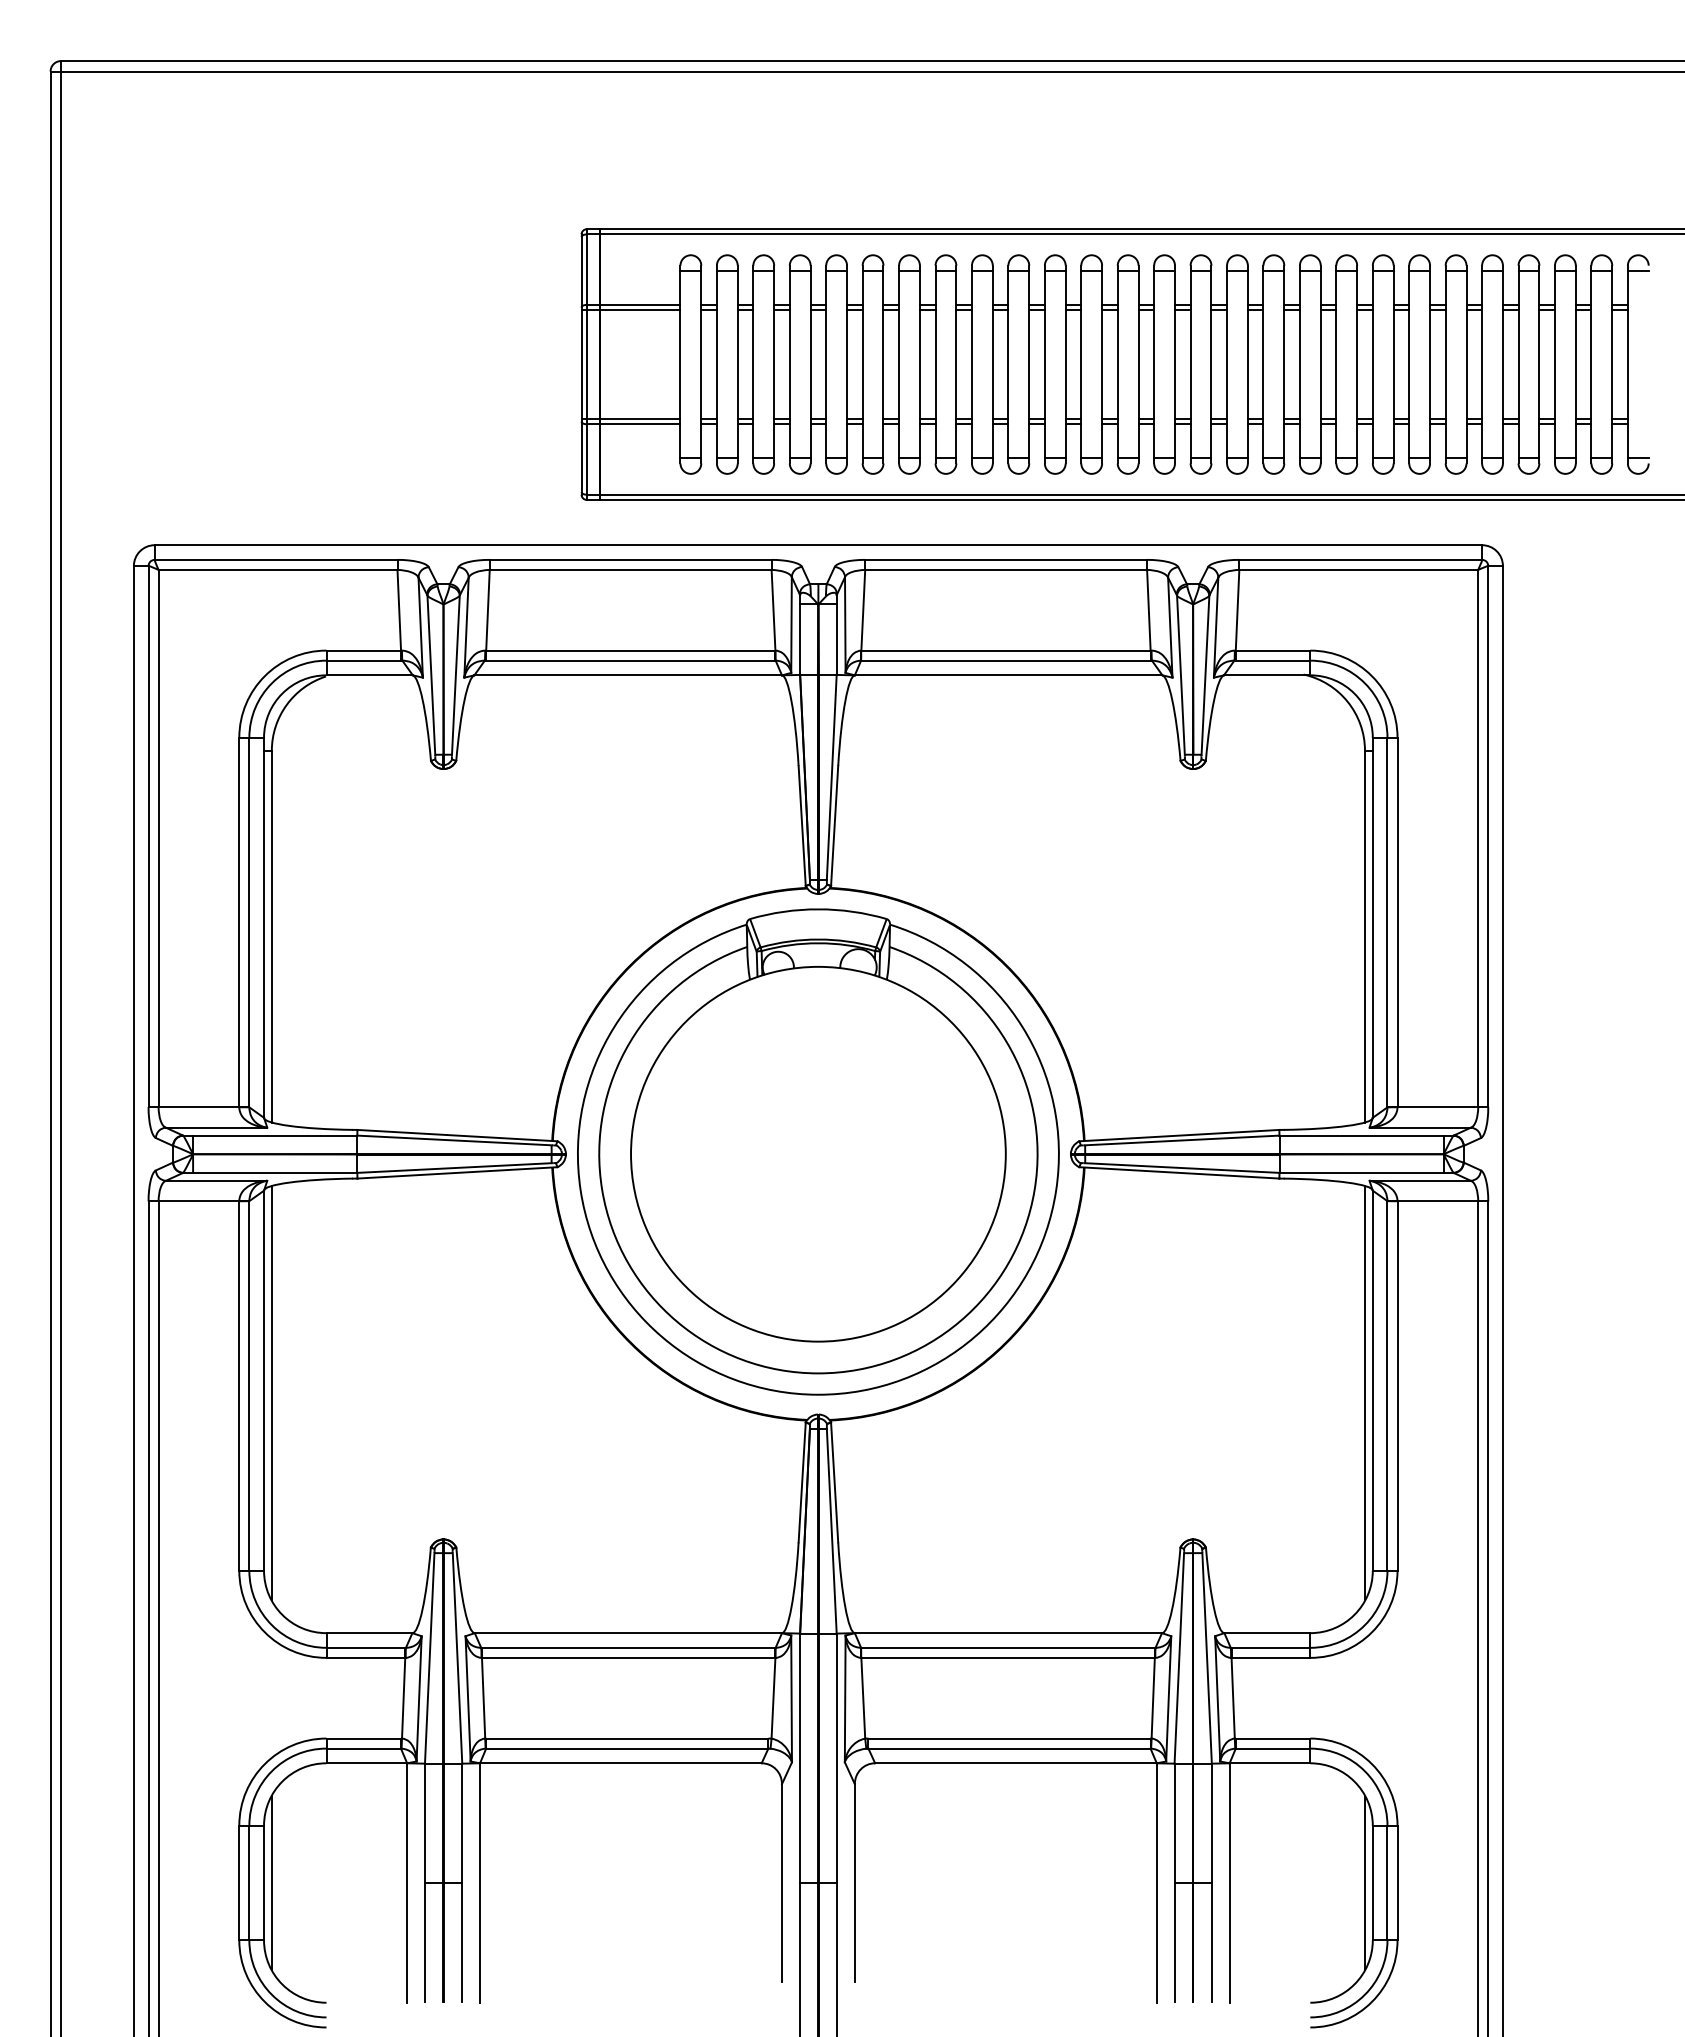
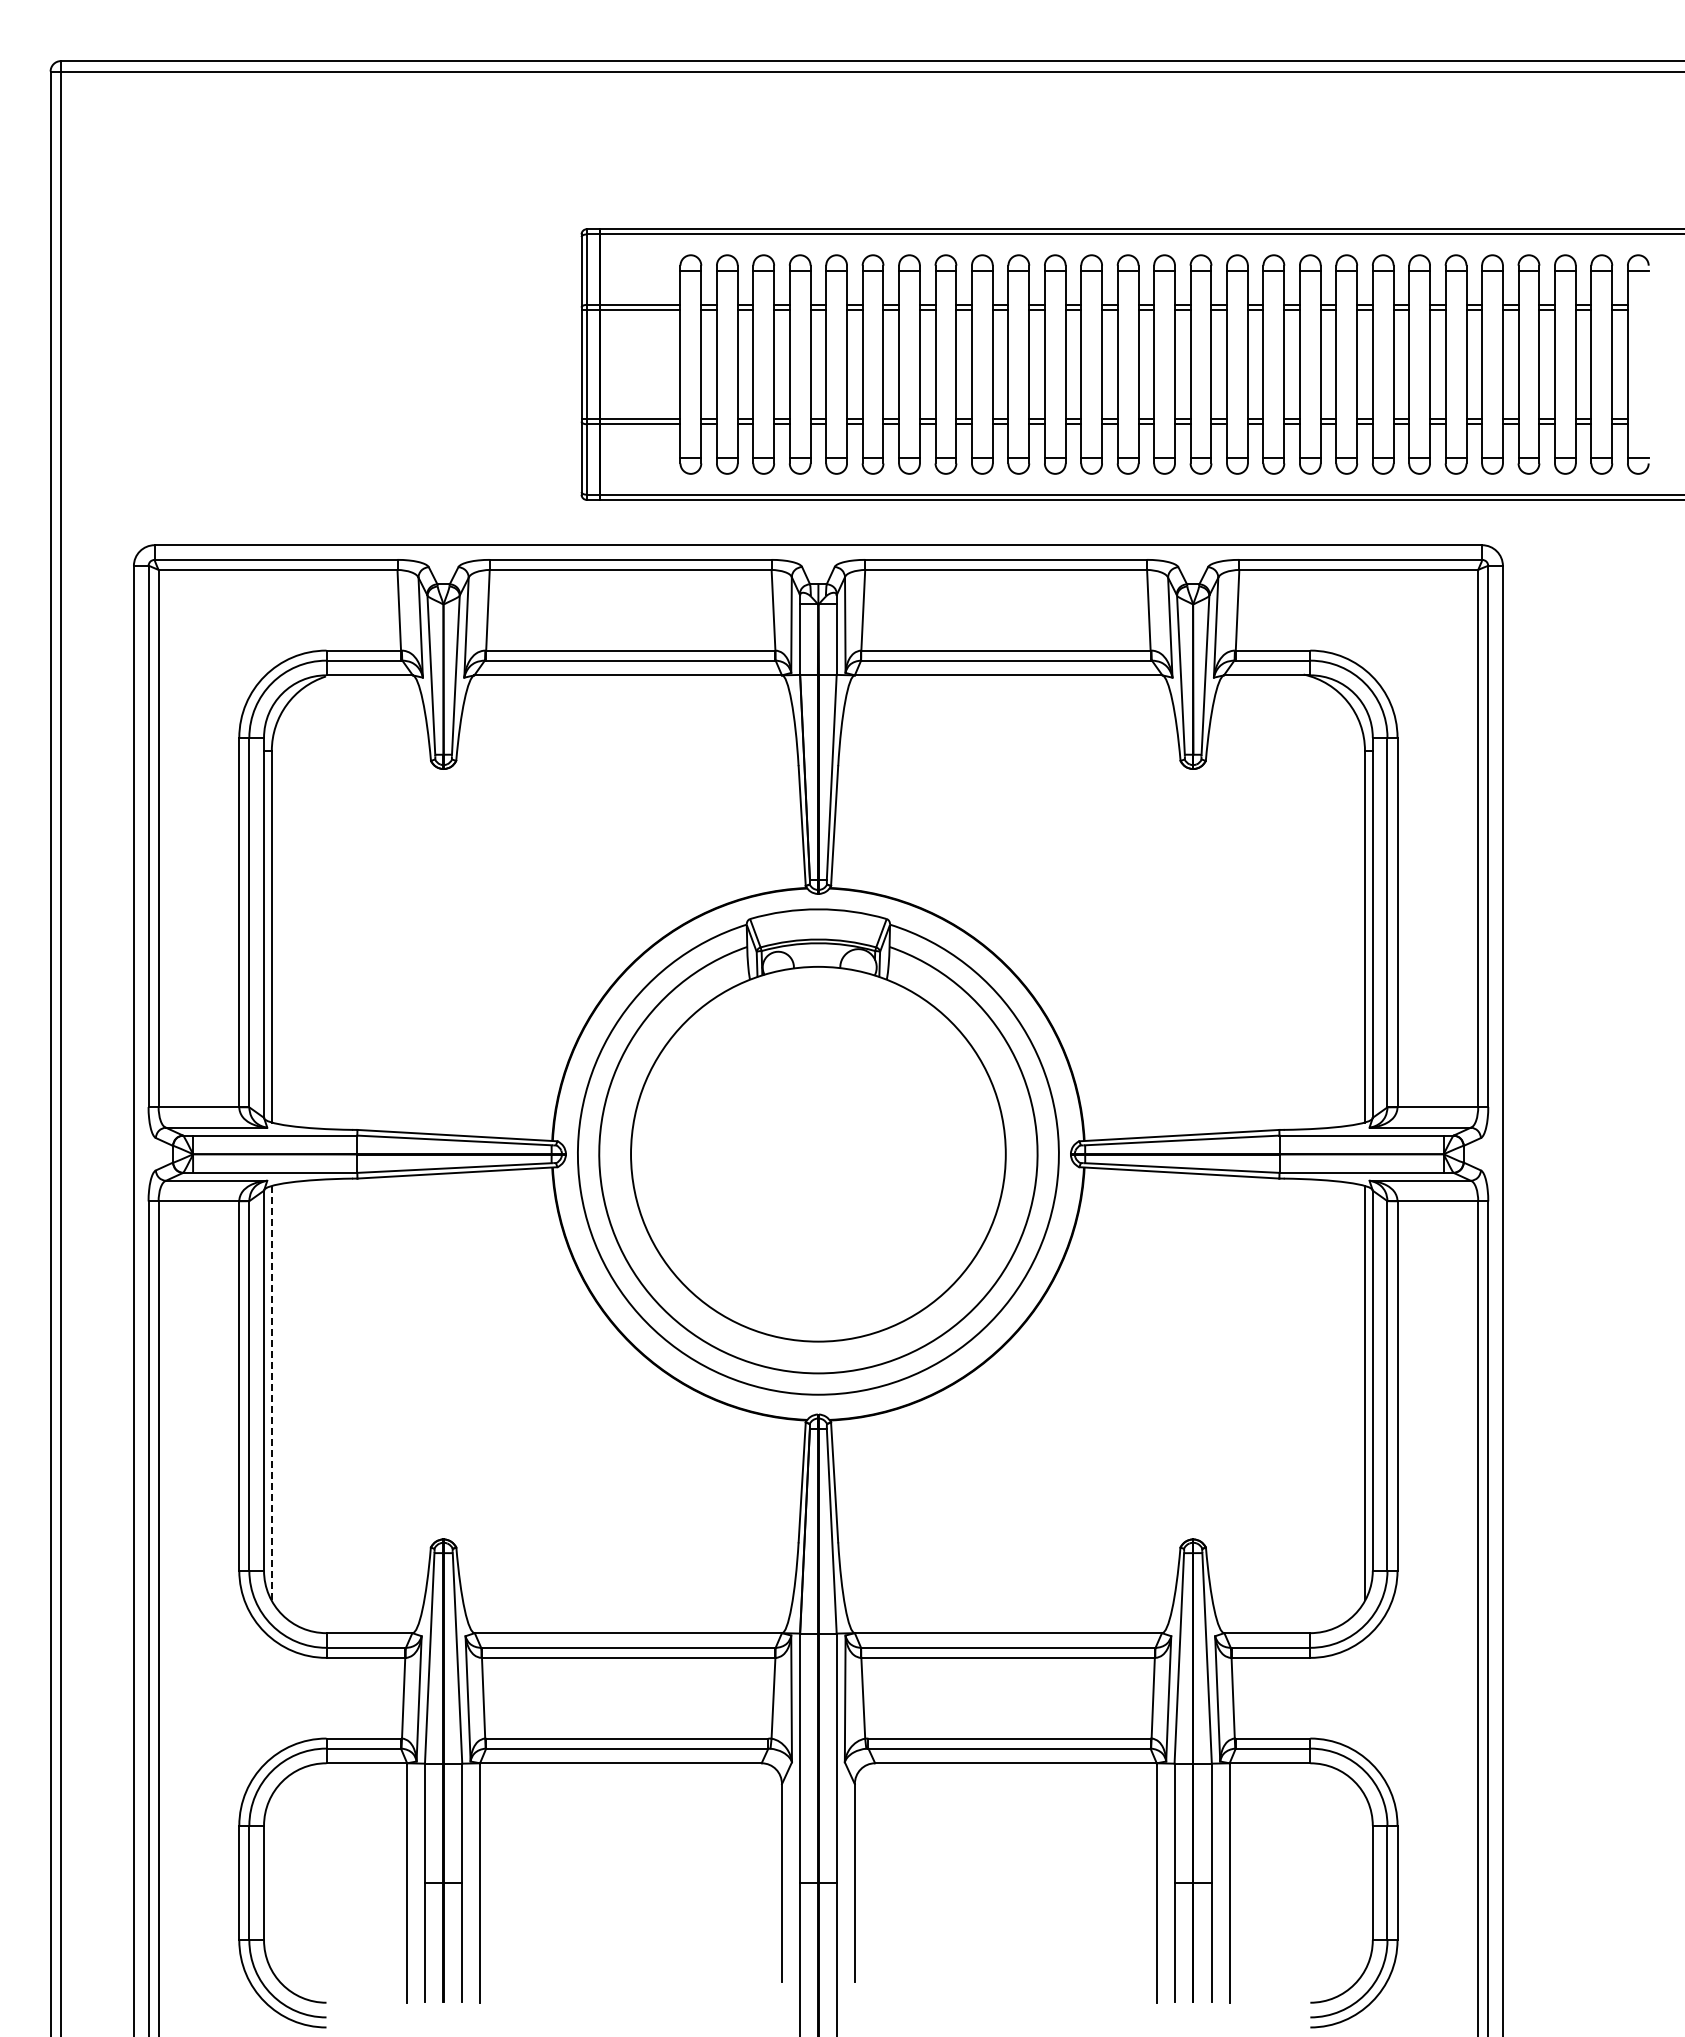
line at (271, 1392): solid -> dashed
line at (271, 1882): present -> none
line at (1364, 1882): present -> none
